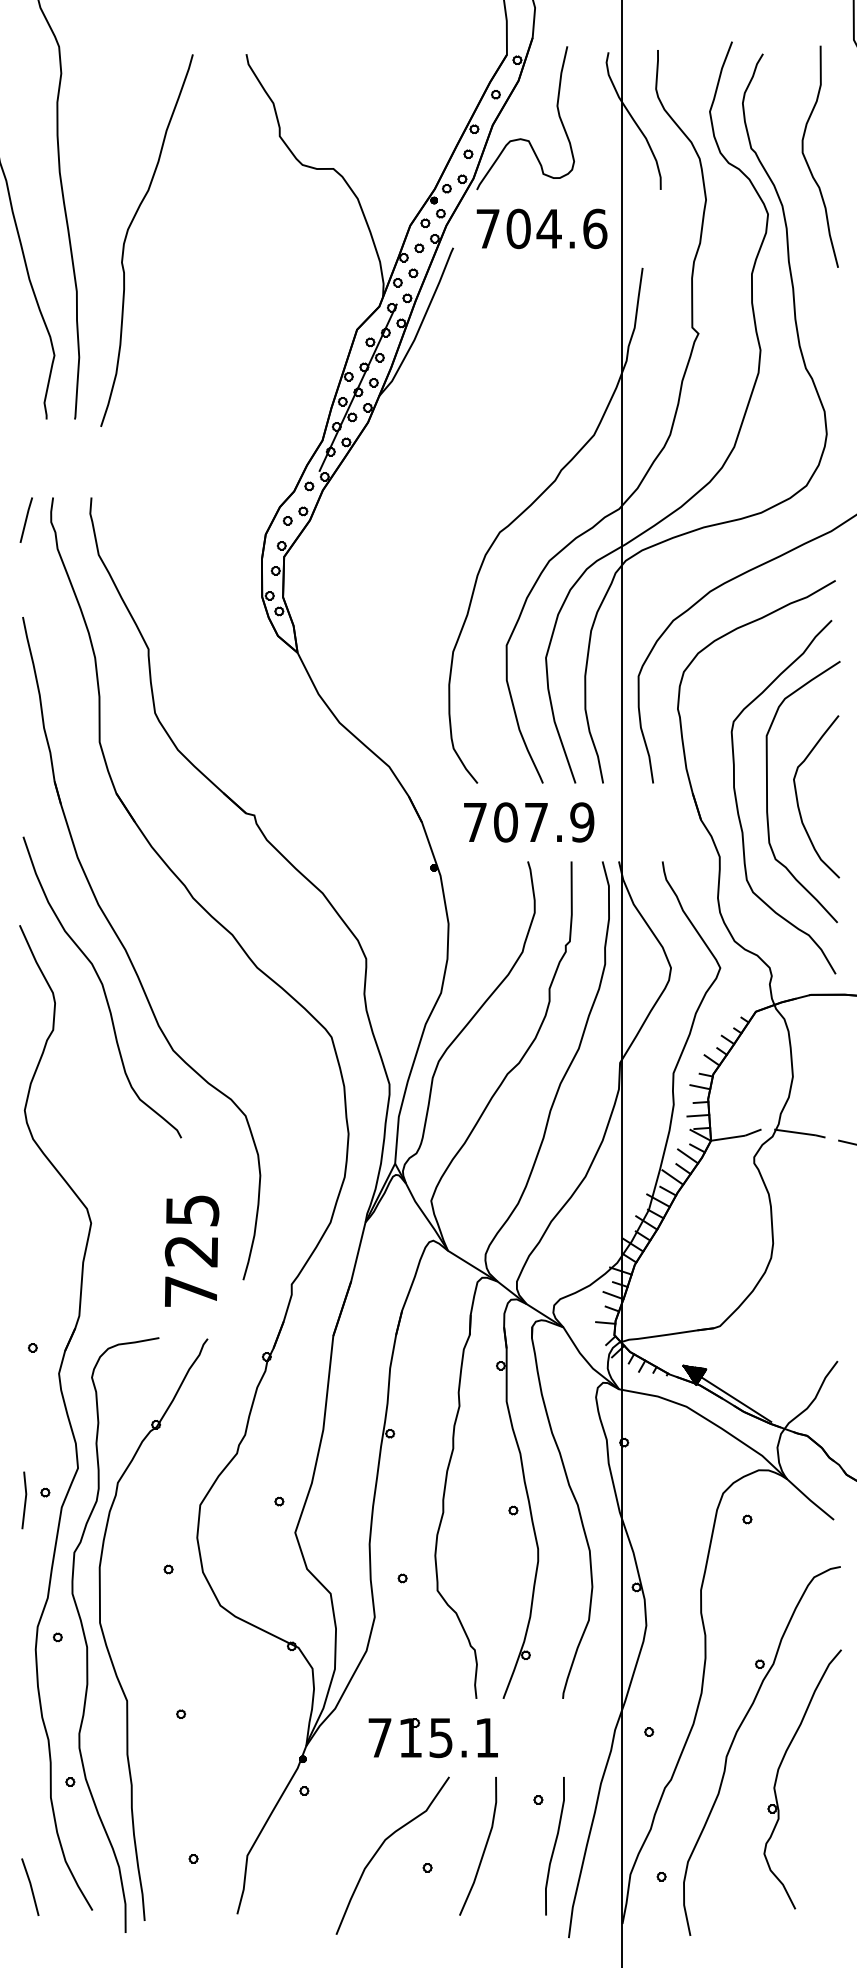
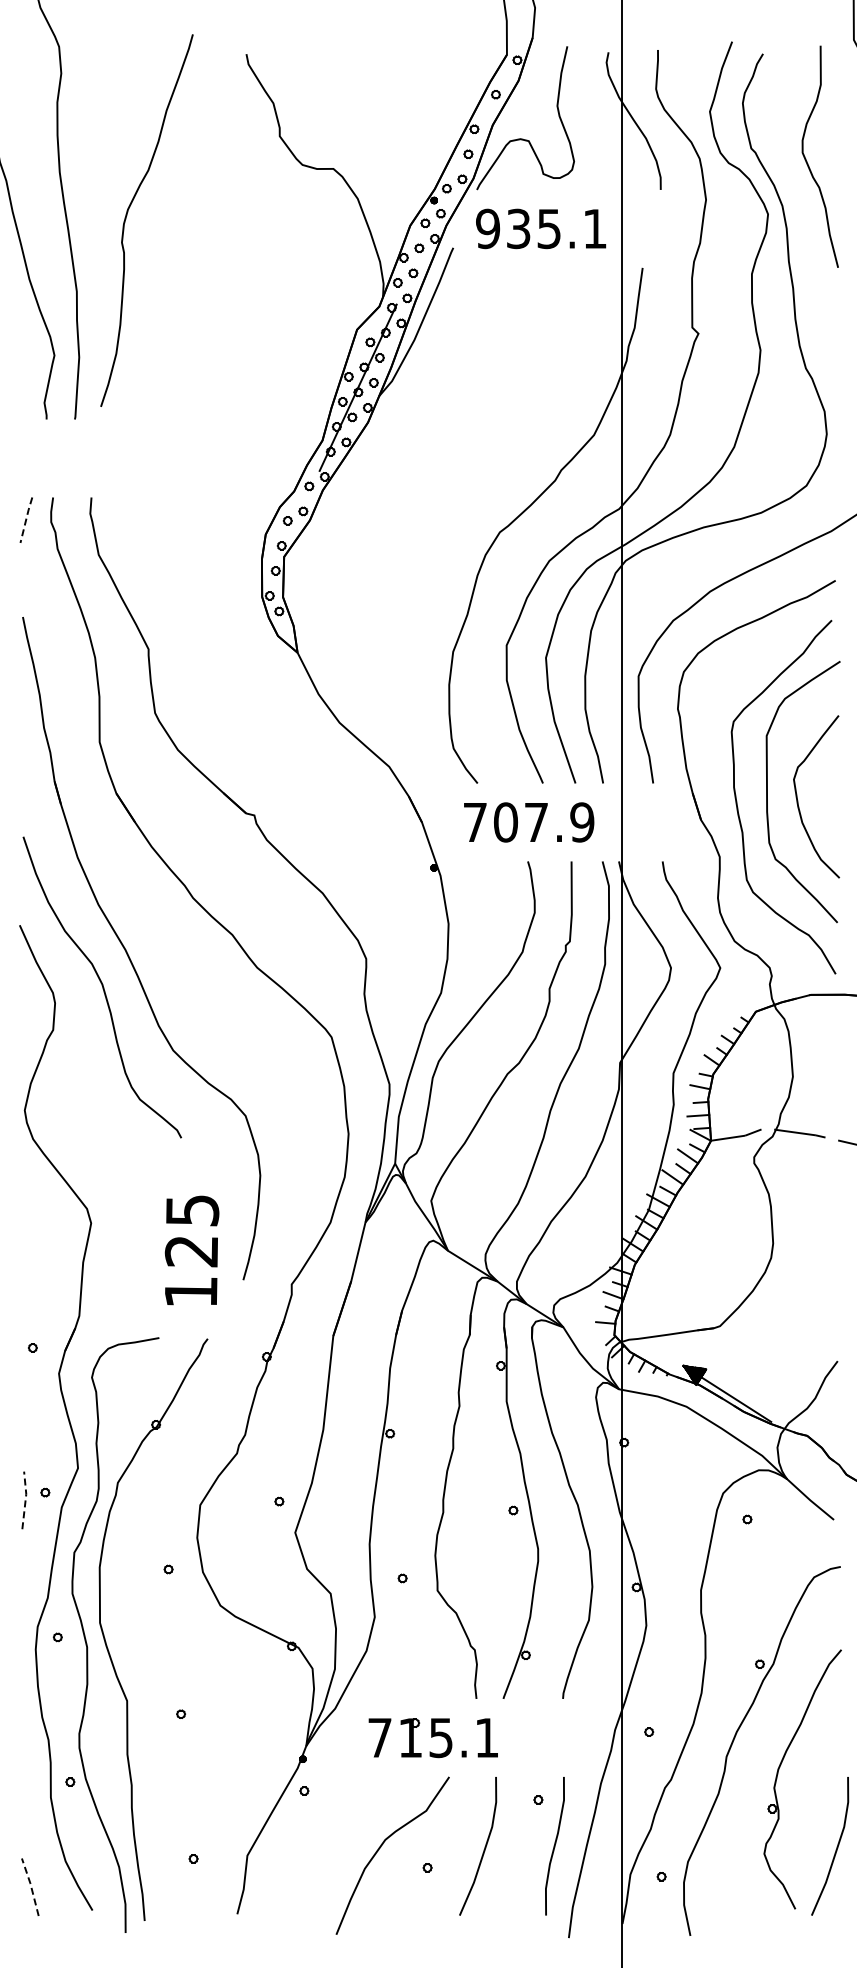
text at (541, 228): 704.6 -> 935.1
curve at (127, 235) position: (127, 235) -> (127, 215)
line at (26, 519): solid -> dashed
text at (191, 1291): 725 -> 125
line at (25, 1500): solid -> dashed
curve at (835, 1849): none -> present
line at (31, 1886): solid -> dashed
